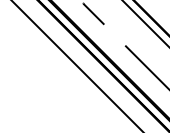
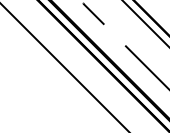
line at (76, 65) position: (76, 65) -> (64, 67)
